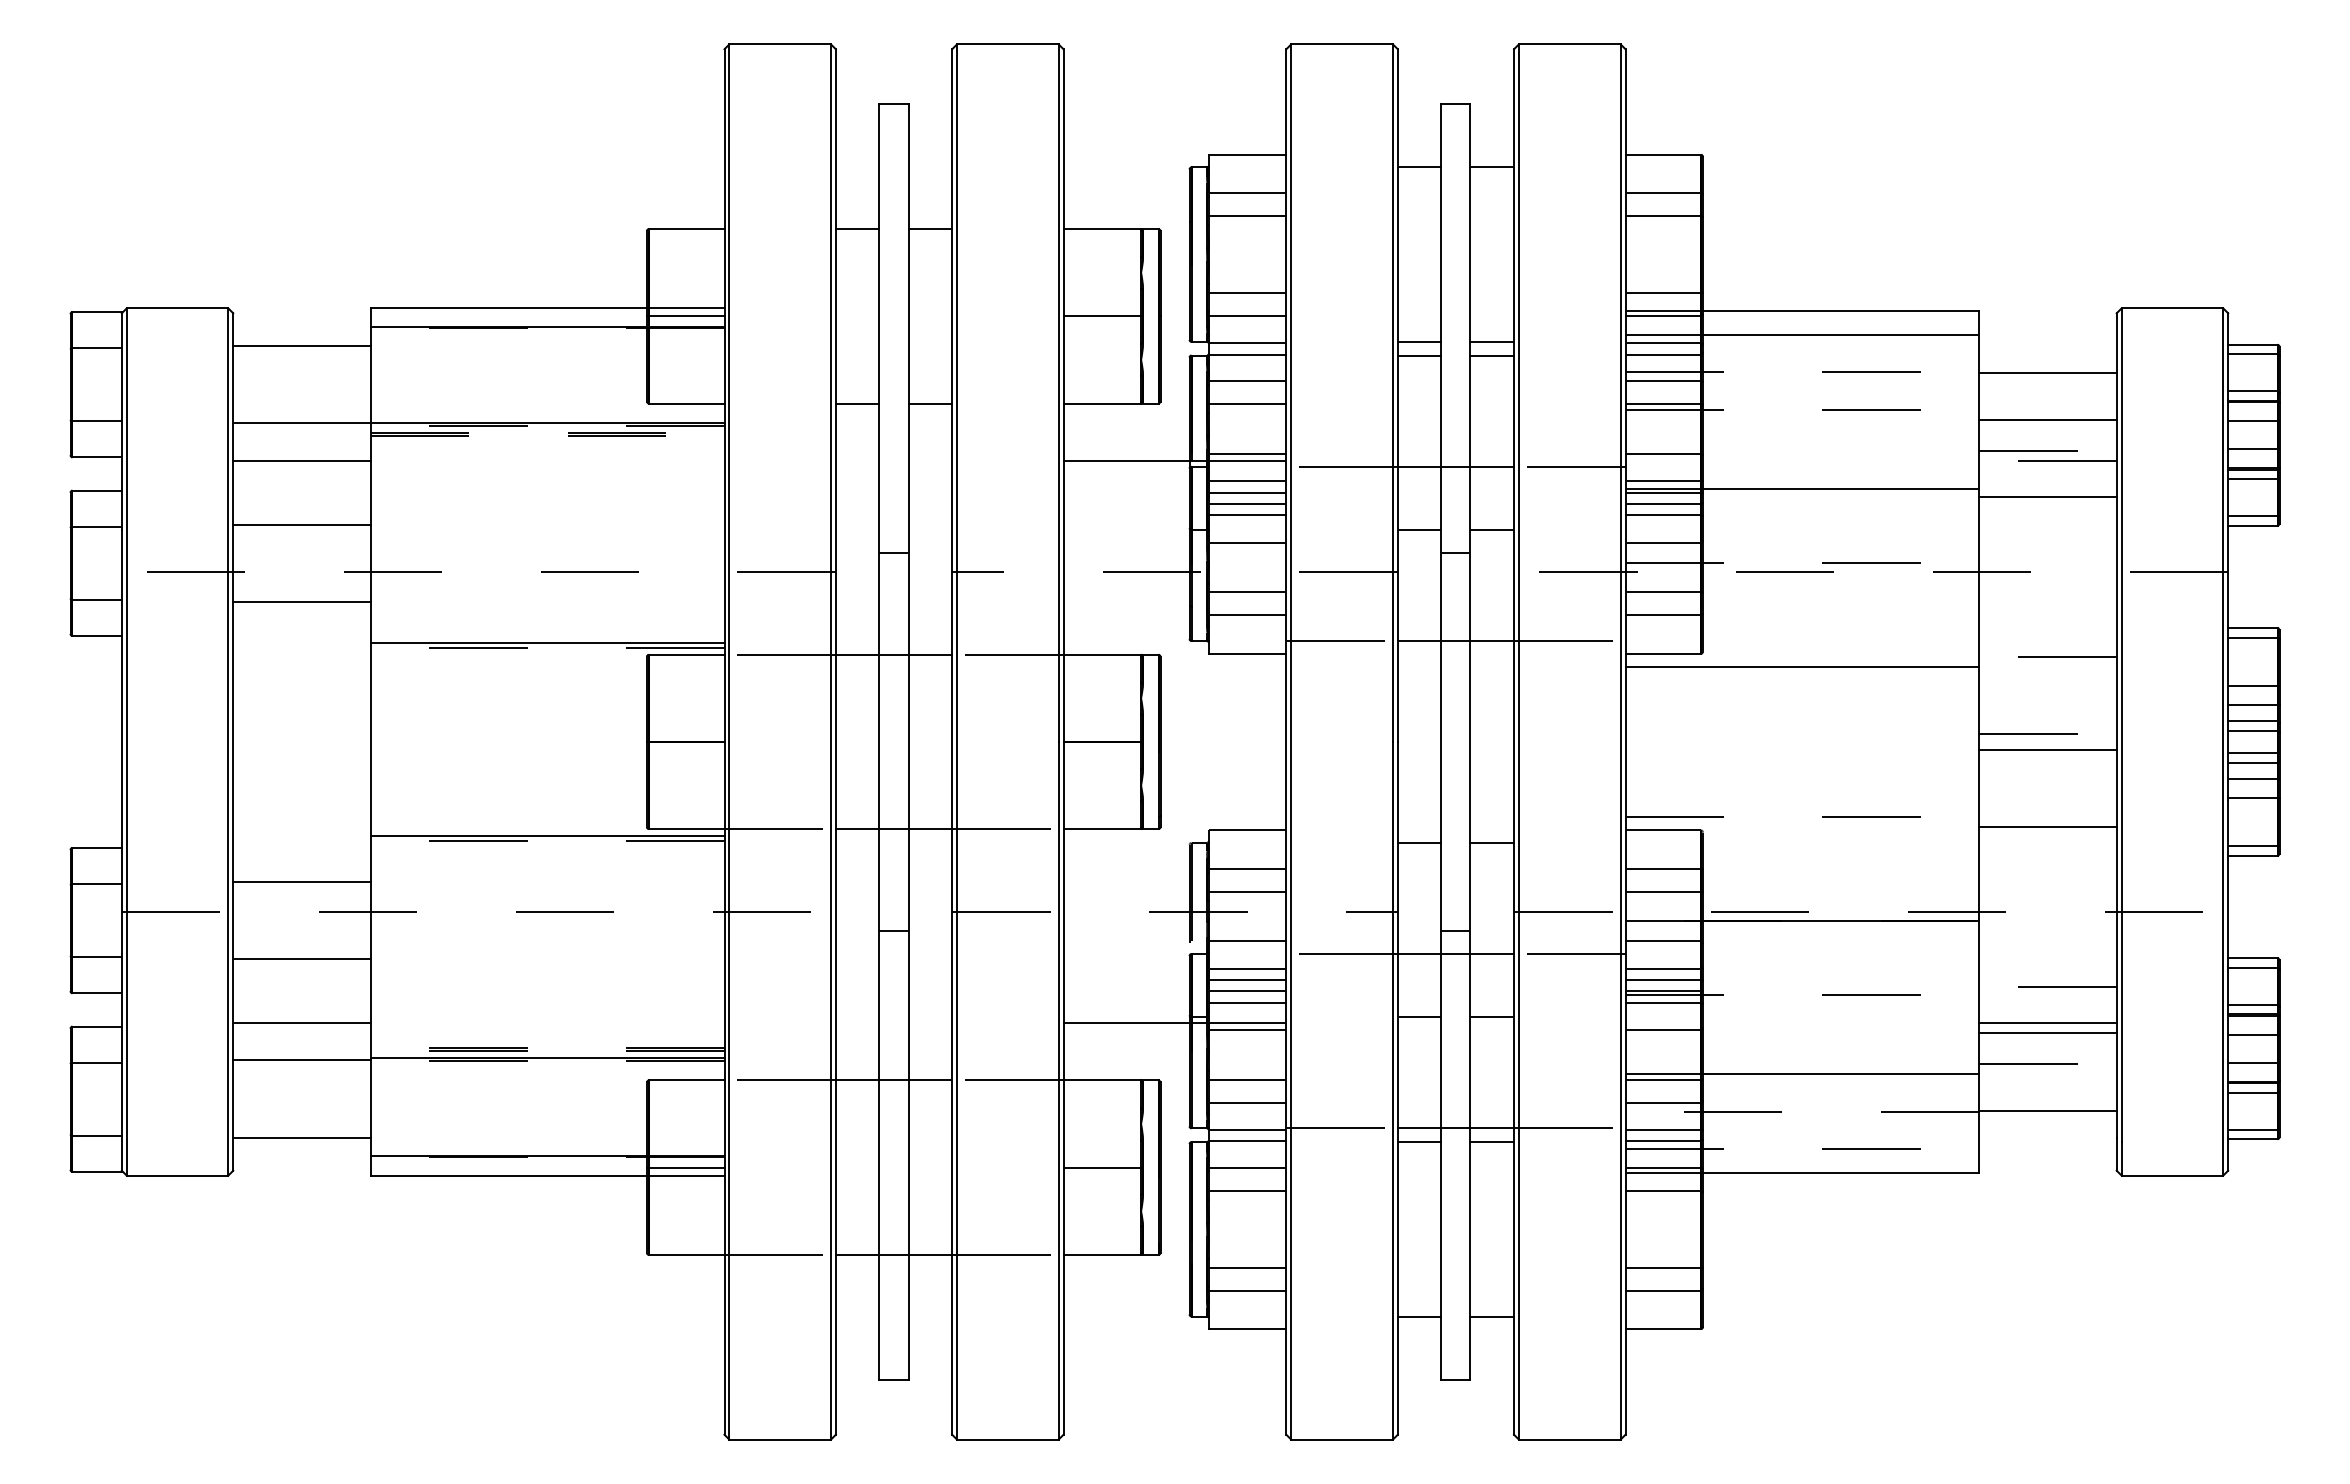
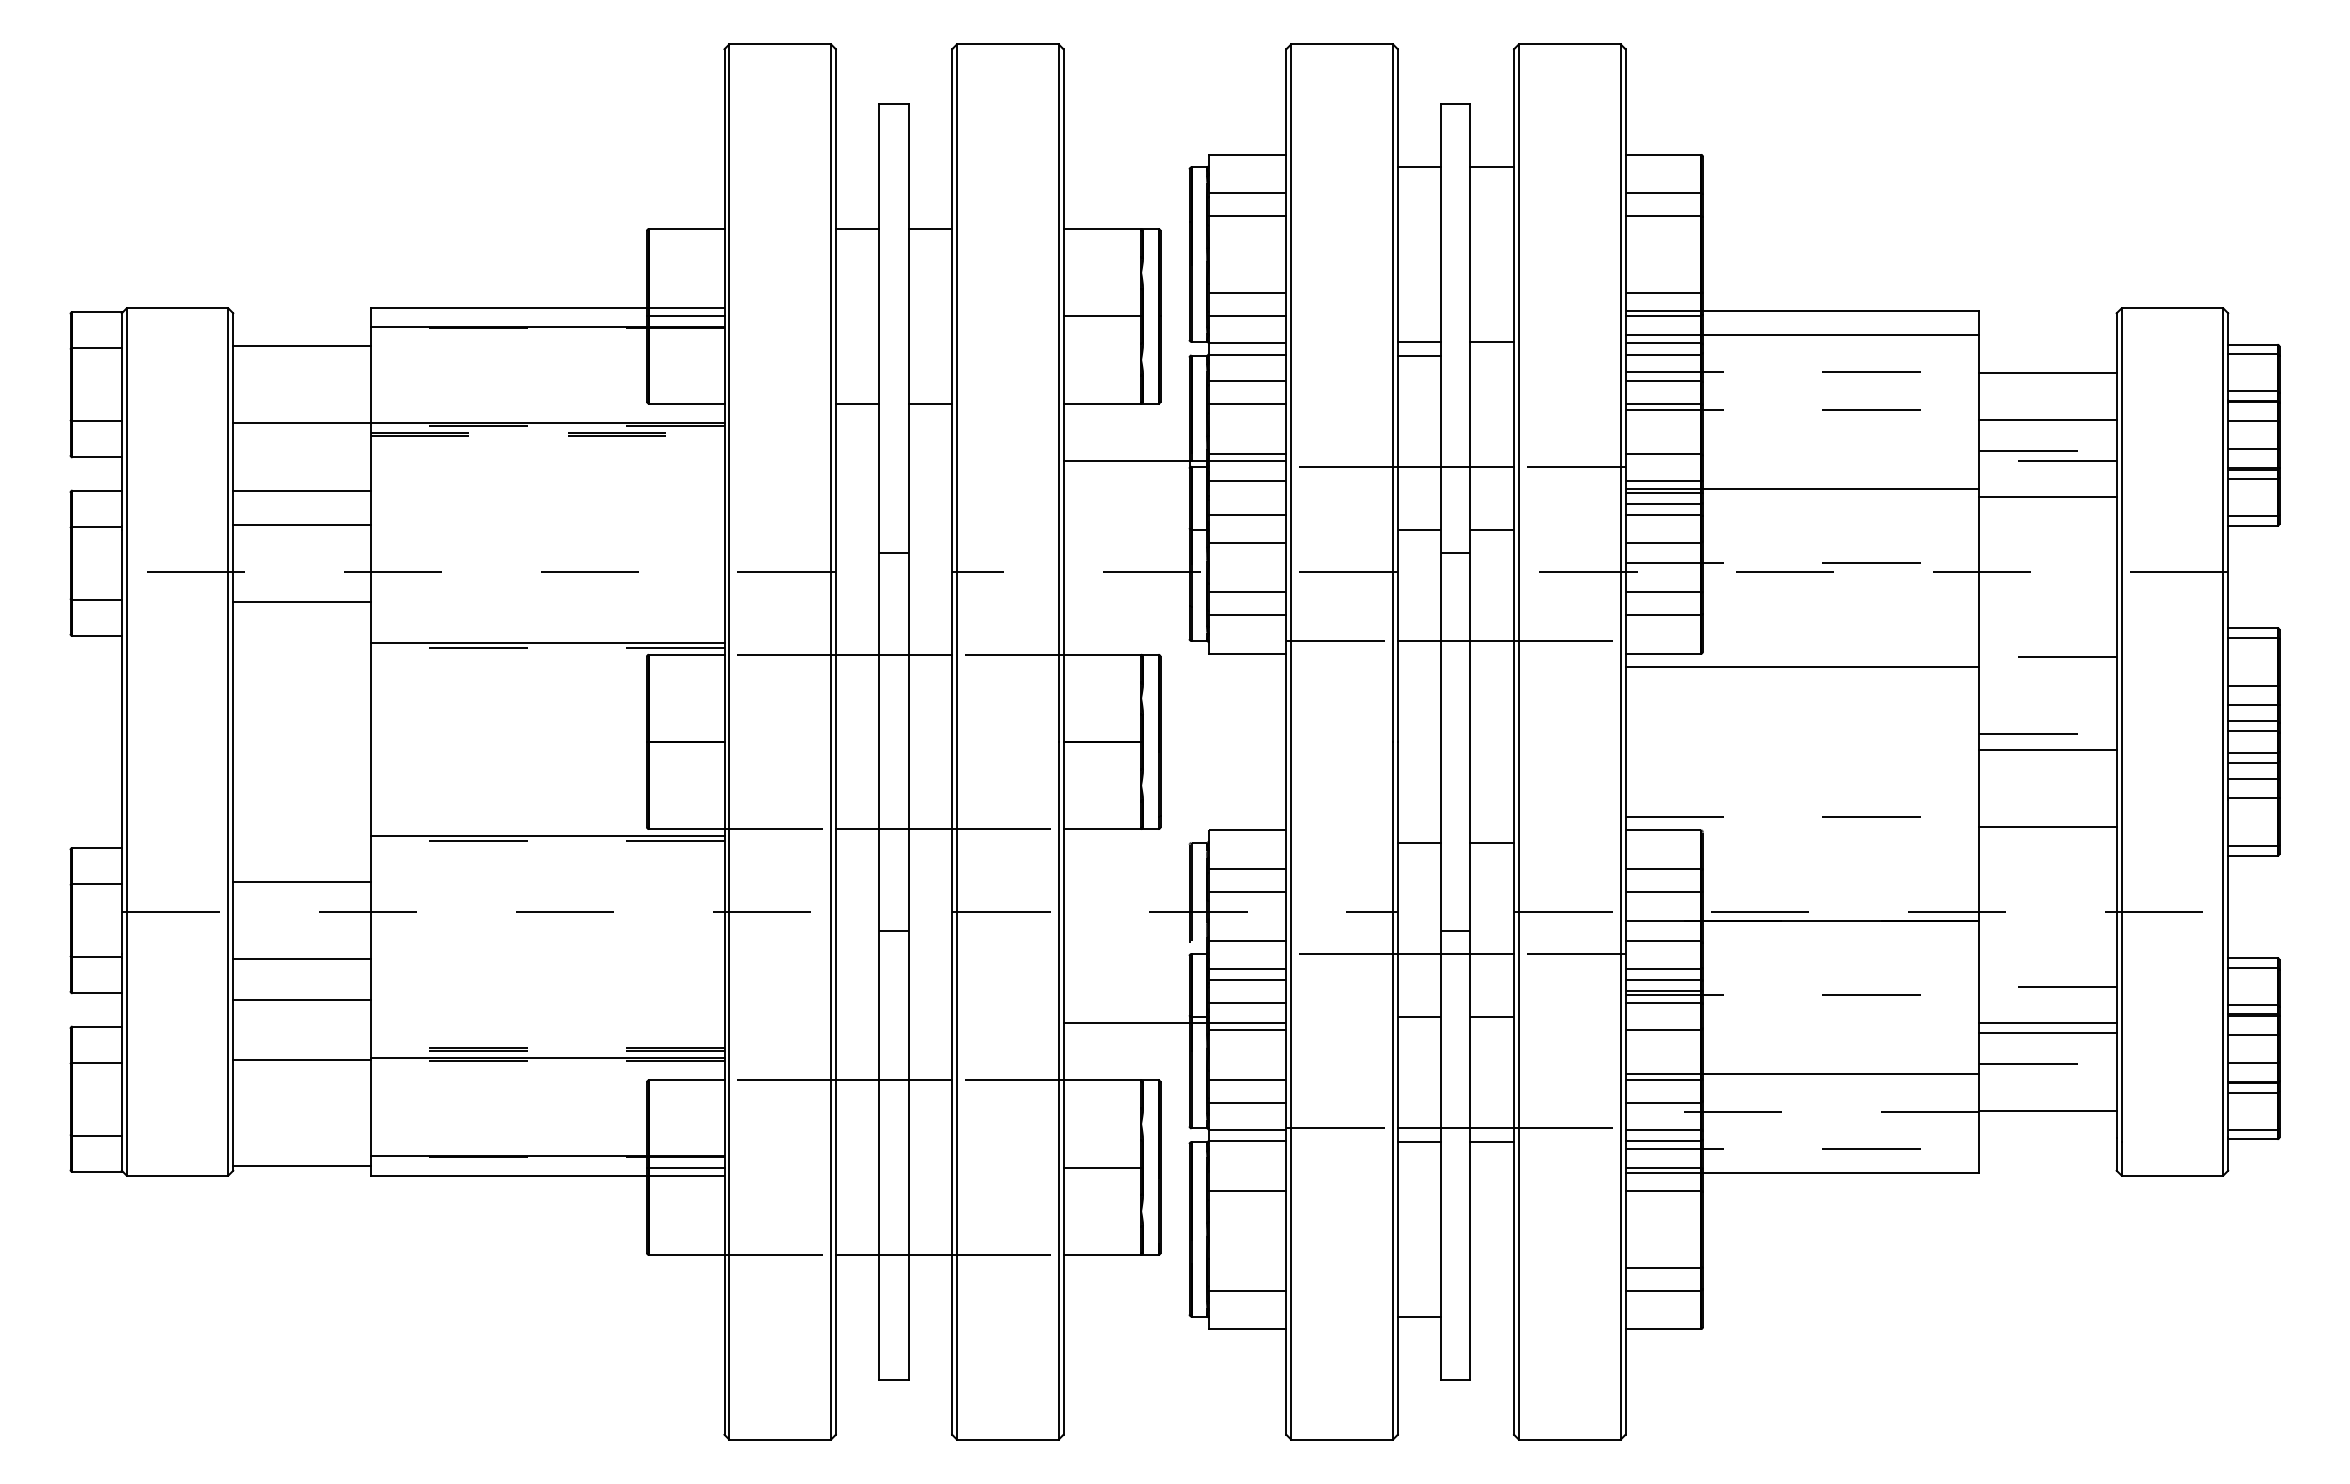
line at (1492, 355): present -> none
line at (301, 461) position: (301, 461) -> (301, 491)
line at (1247, 492): present -> none
line at (1247, 504): present -> none
line at (1247, 991): present -> none
line at (301, 1022) position: (301, 1022) -> (301, 999)
line at (301, 1137) position: (301, 1137) -> (301, 1165)
line at (1247, 1167): present -> none
line at (1247, 1267): present -> none
line at (1492, 1316): present -> none
